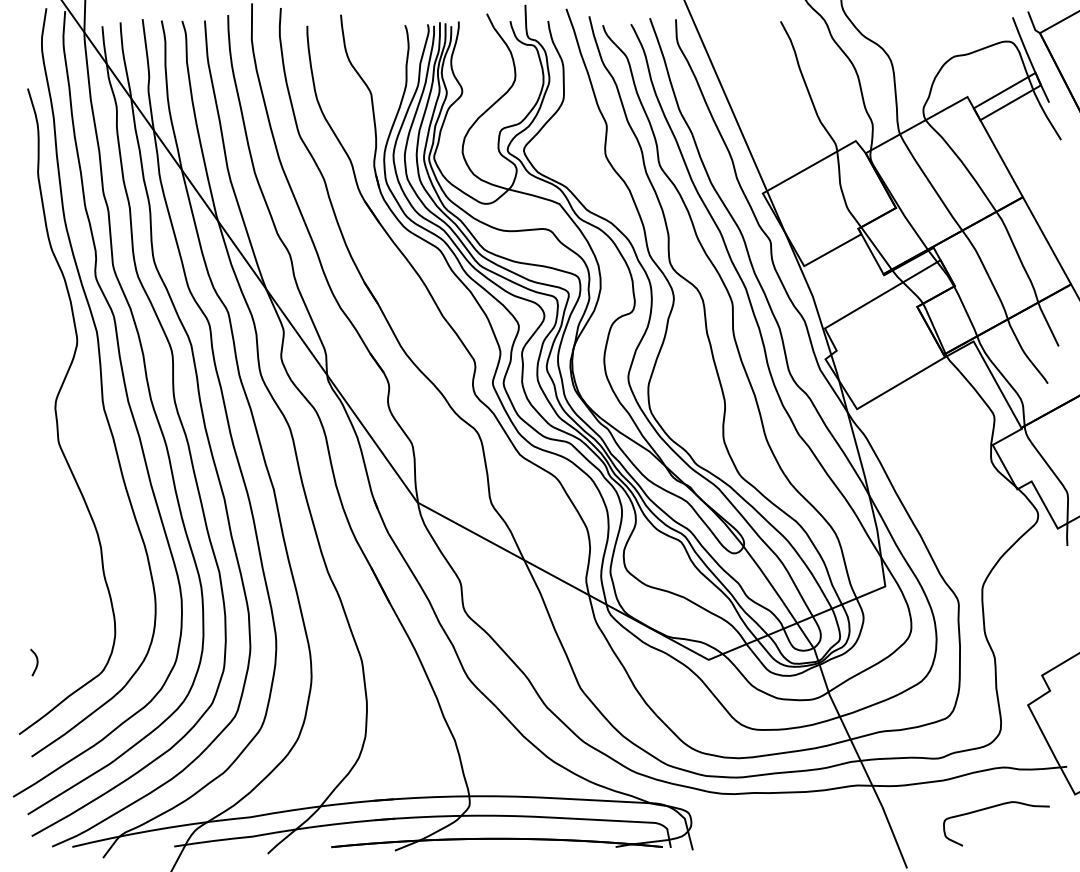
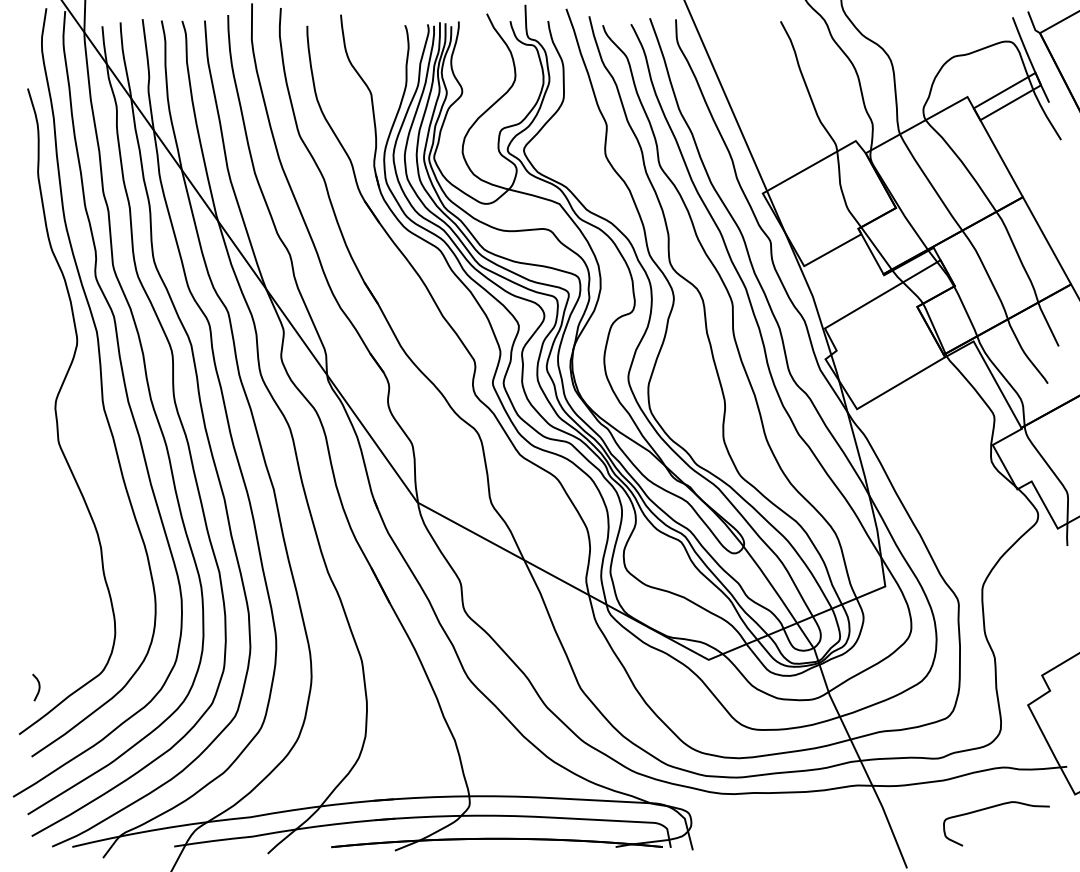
curve at (36, 662) position: (36, 662) -> (38, 687)
